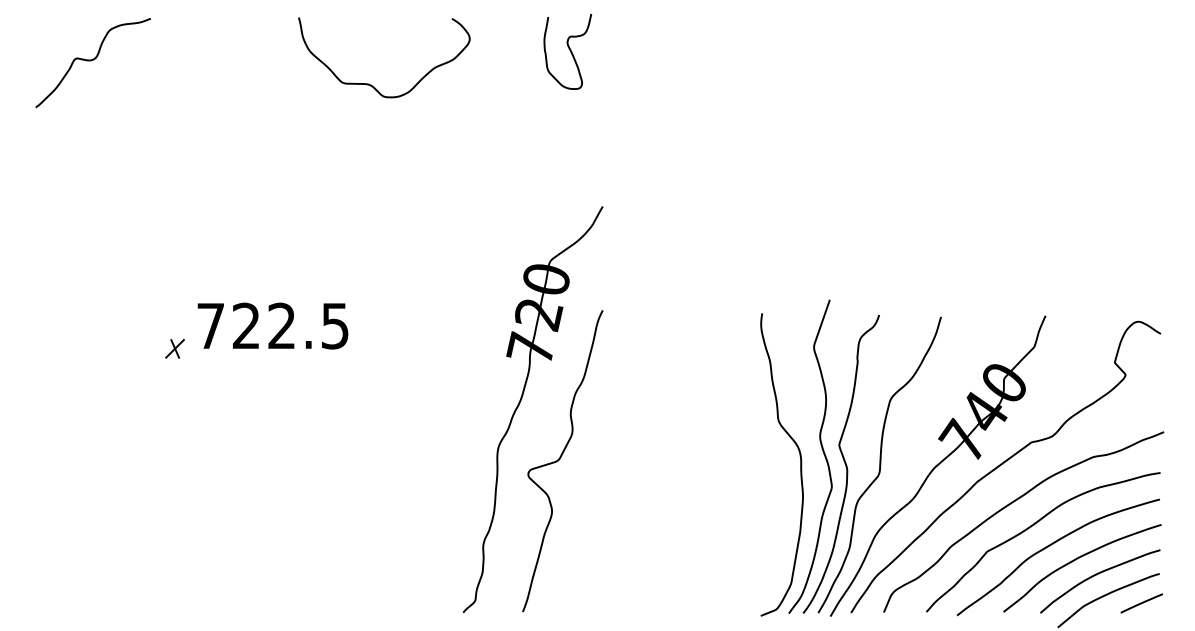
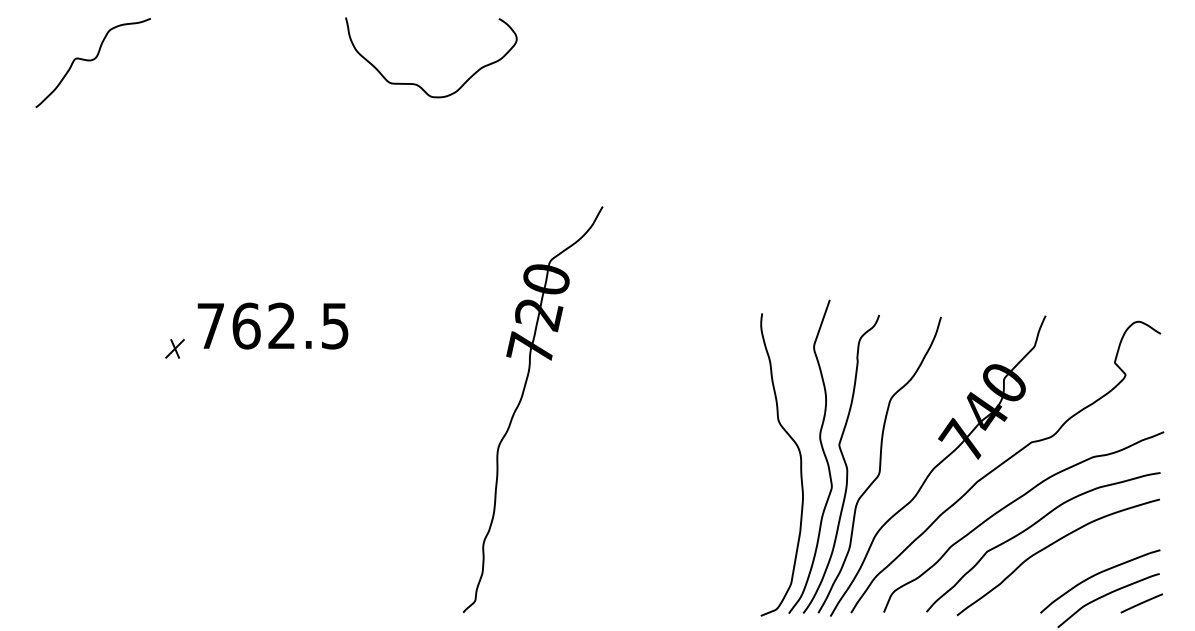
curve at (569, 50): present -> none
curve at (371, 84) position: (371, 84) -> (418, 84)
text at (246, 325): 722.5 -> 762.5
curve at (560, 459): present -> none
curve at (1077, 559): present -> none
